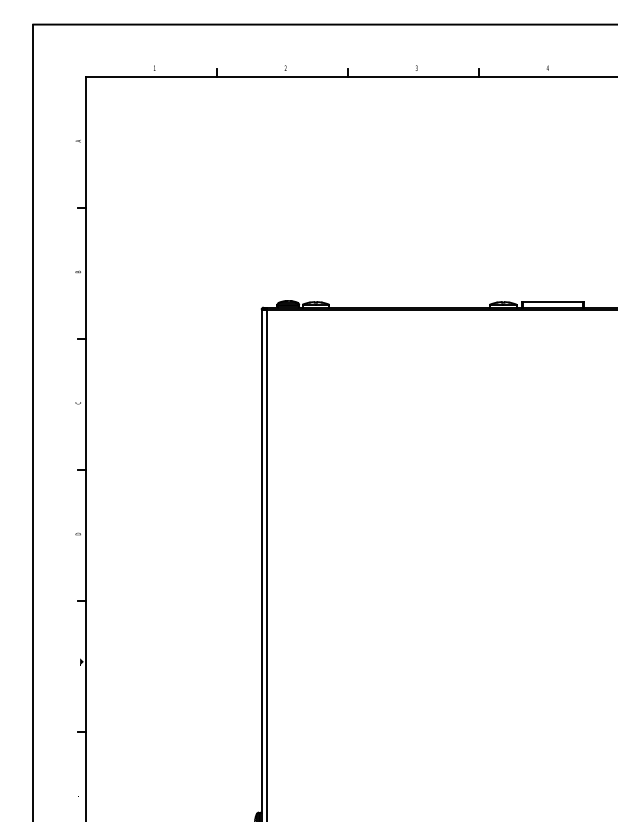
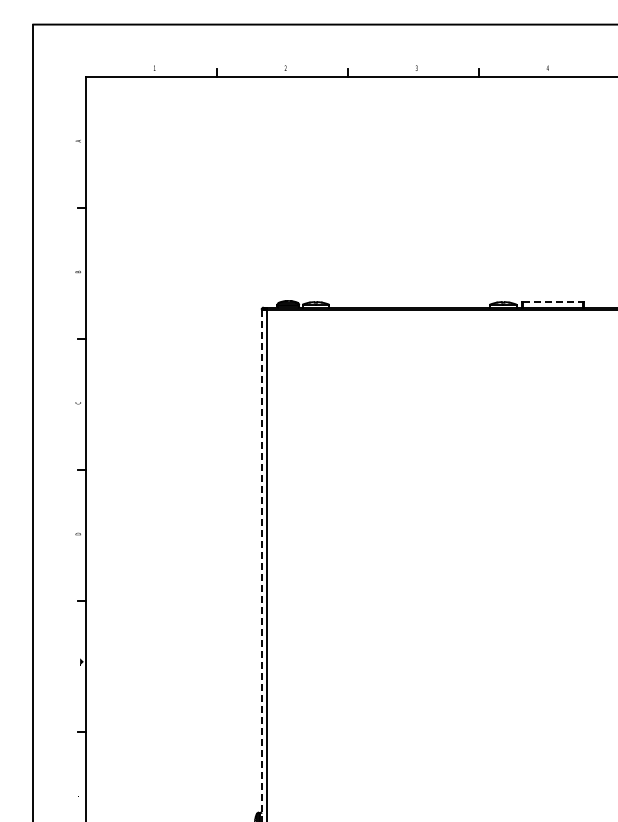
line at (553, 301): solid -> dashed
line at (261, 565): solid -> dashed
